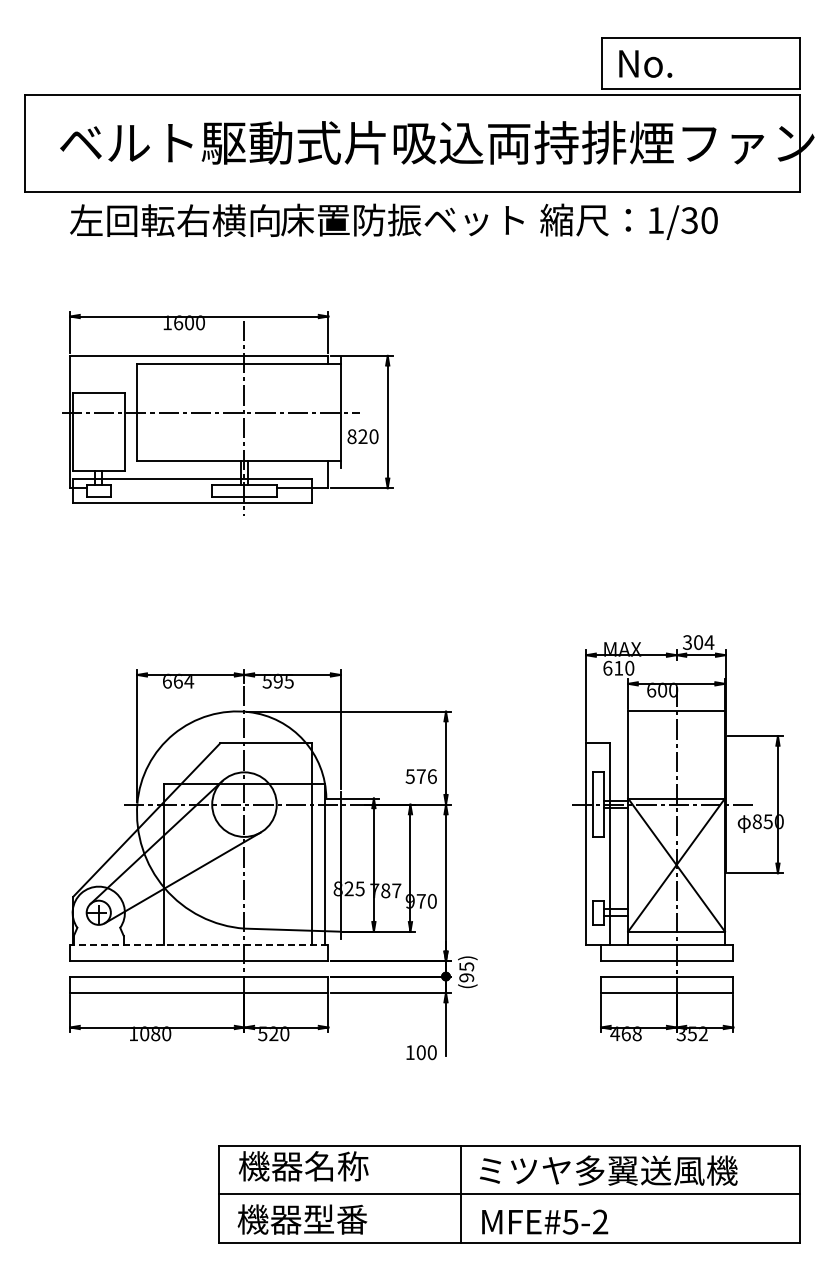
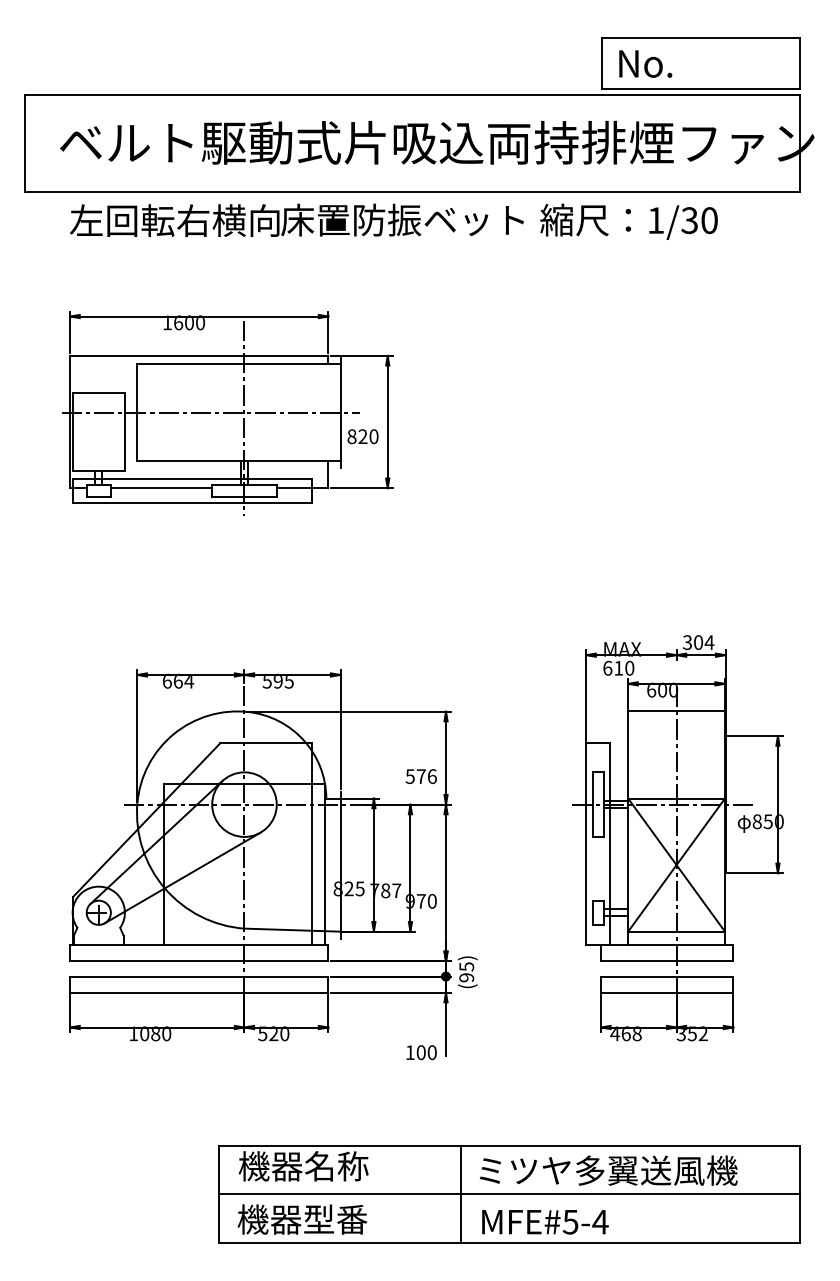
line at (161, 488): none -> present
line at (198, 945): dashed -> solid
text at (600, 1221): MFE#5-2 -> MFE#5-4
